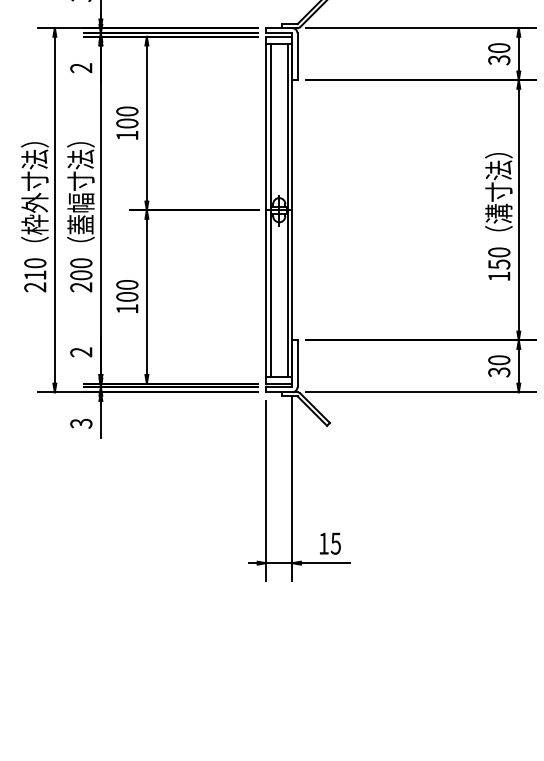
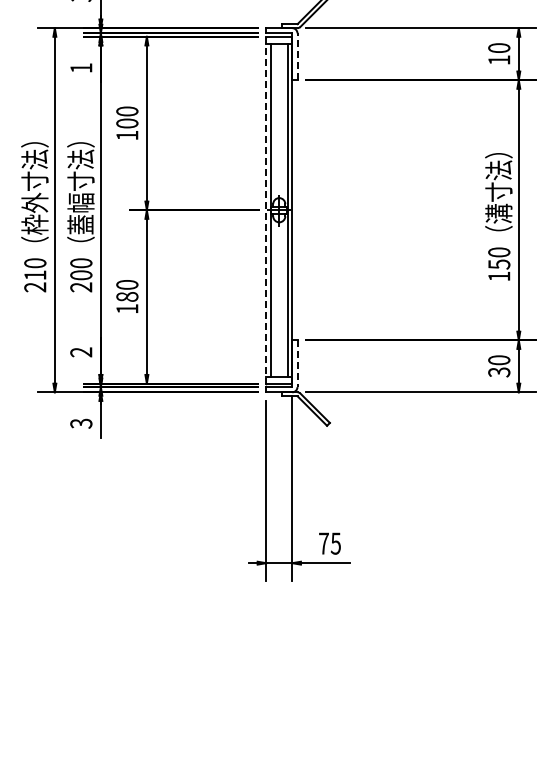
line at (297, 56): solid -> dashed
text at (499, 60): 30 -> 10
text at (81, 68): 2 -> 1
line at (266, 210): solid -> dashed
text at (127, 296): 100 -> 180
line at (297, 364): solid -> dashed
text at (323, 543): 15 -> 75
